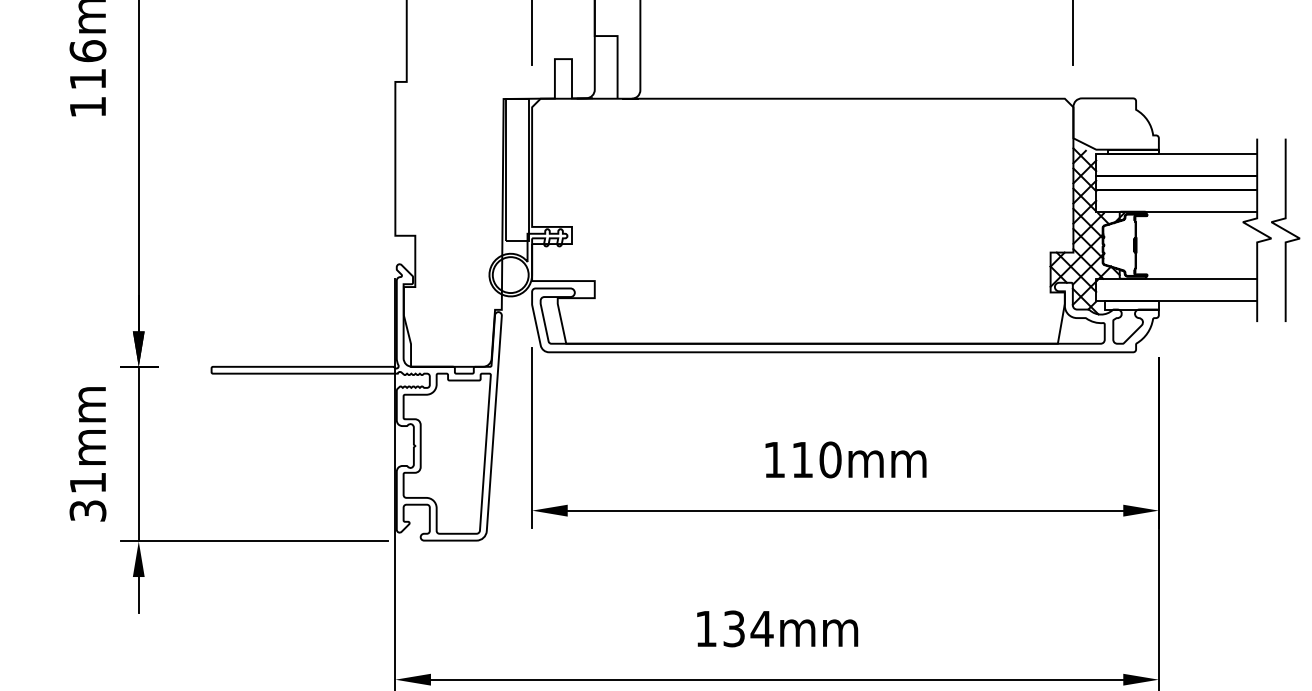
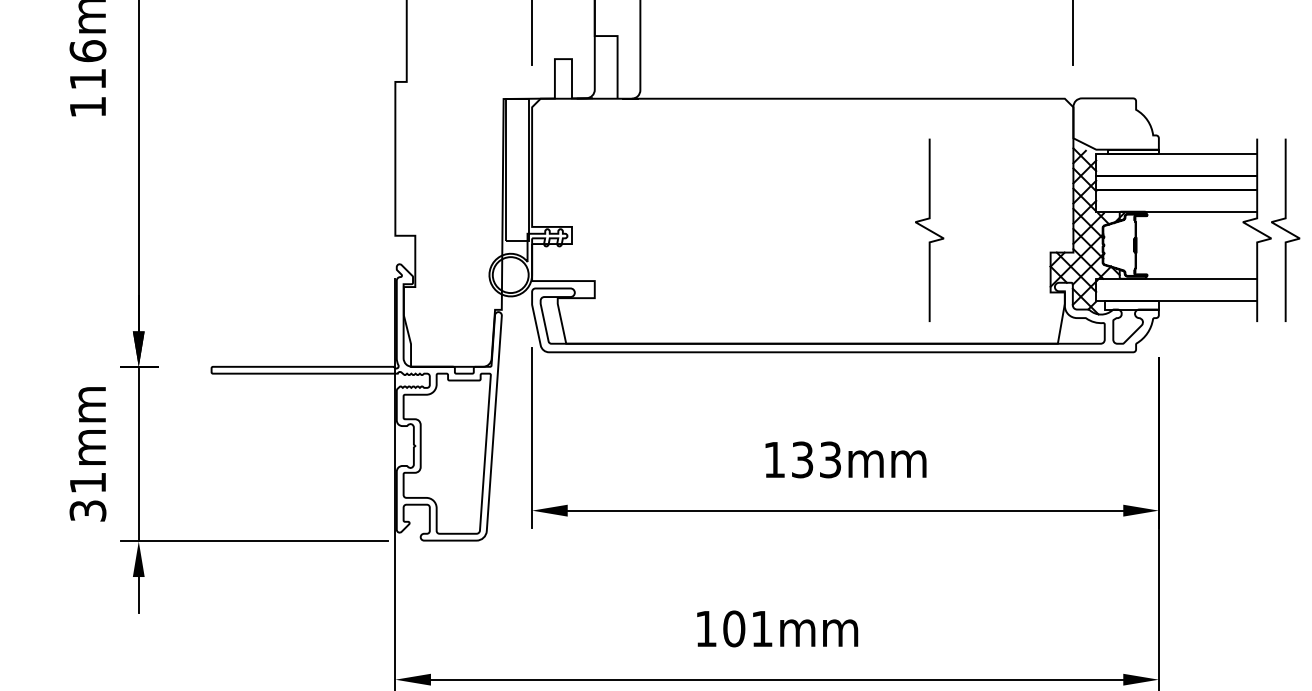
curve at (929, 229): none -> present
text at (816, 459): 110mm -> 133mm
text at (748, 628): 134mm -> 101mm
